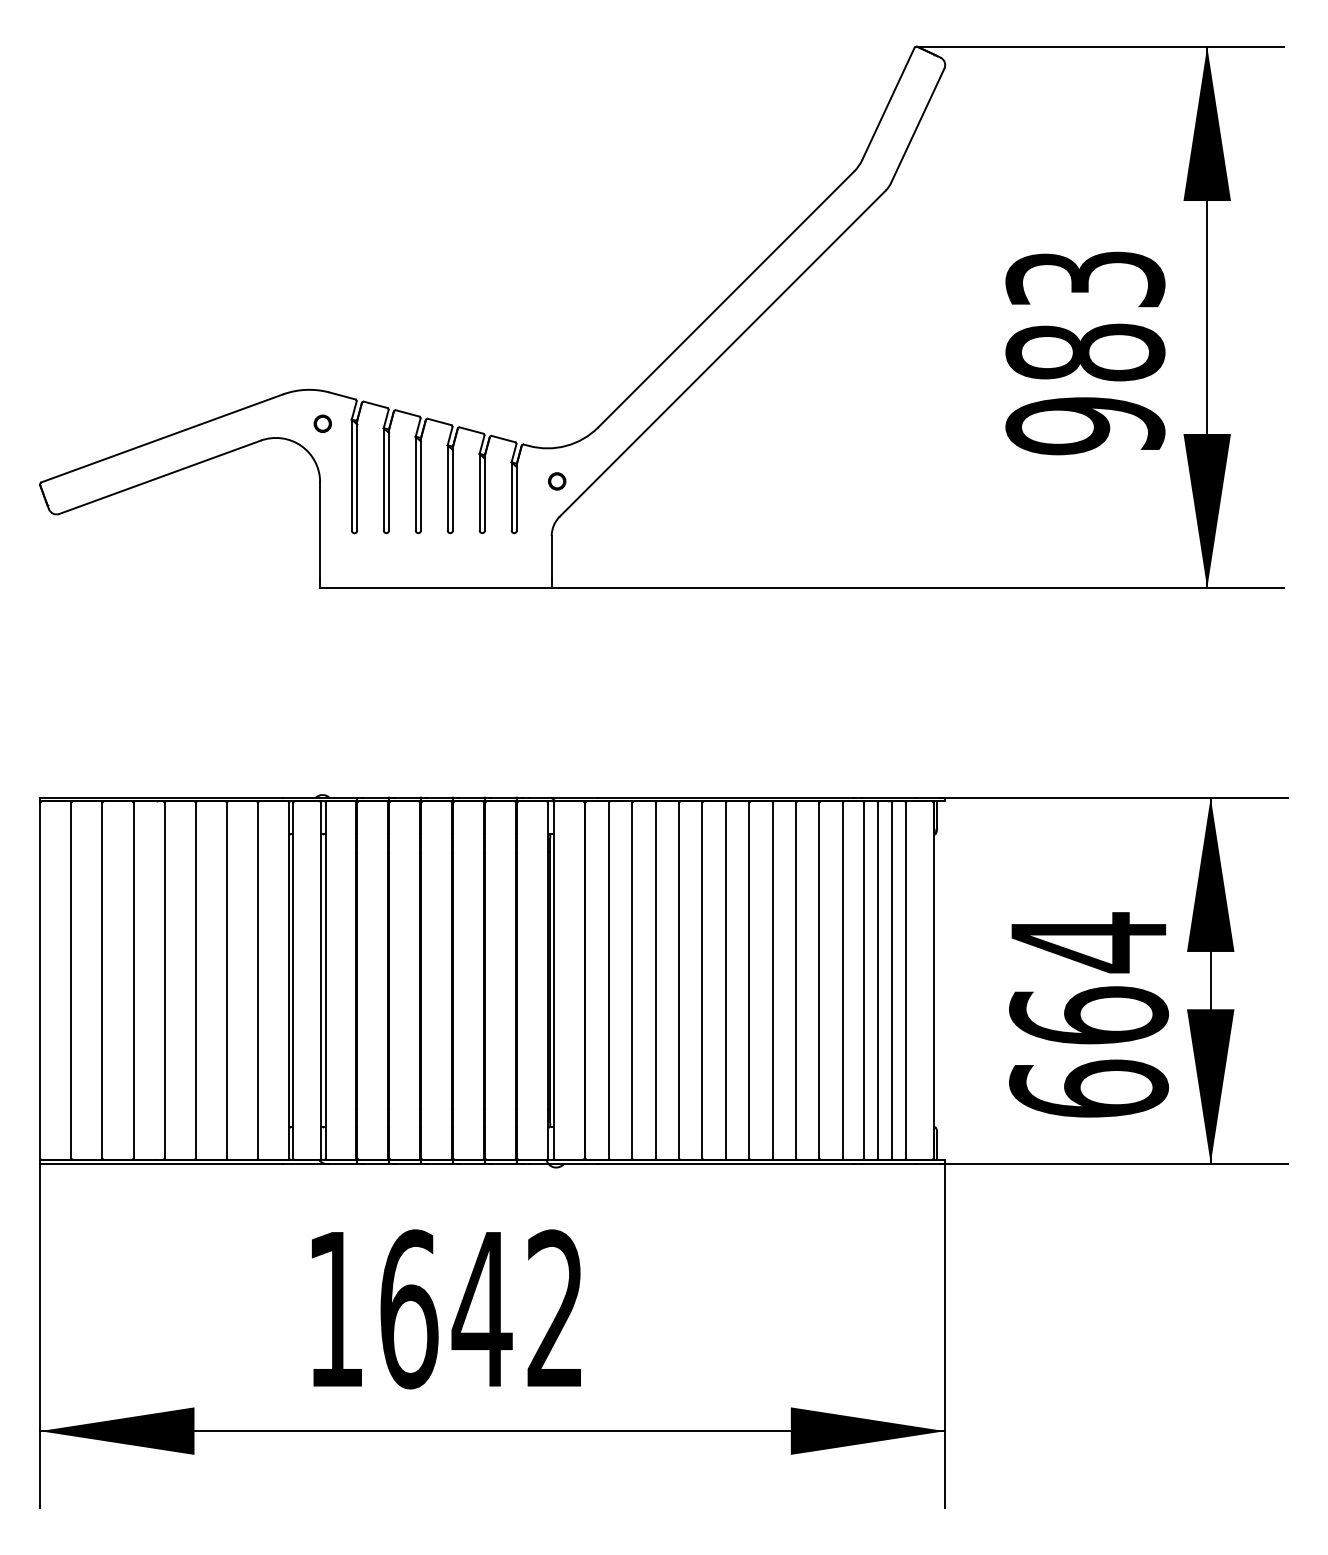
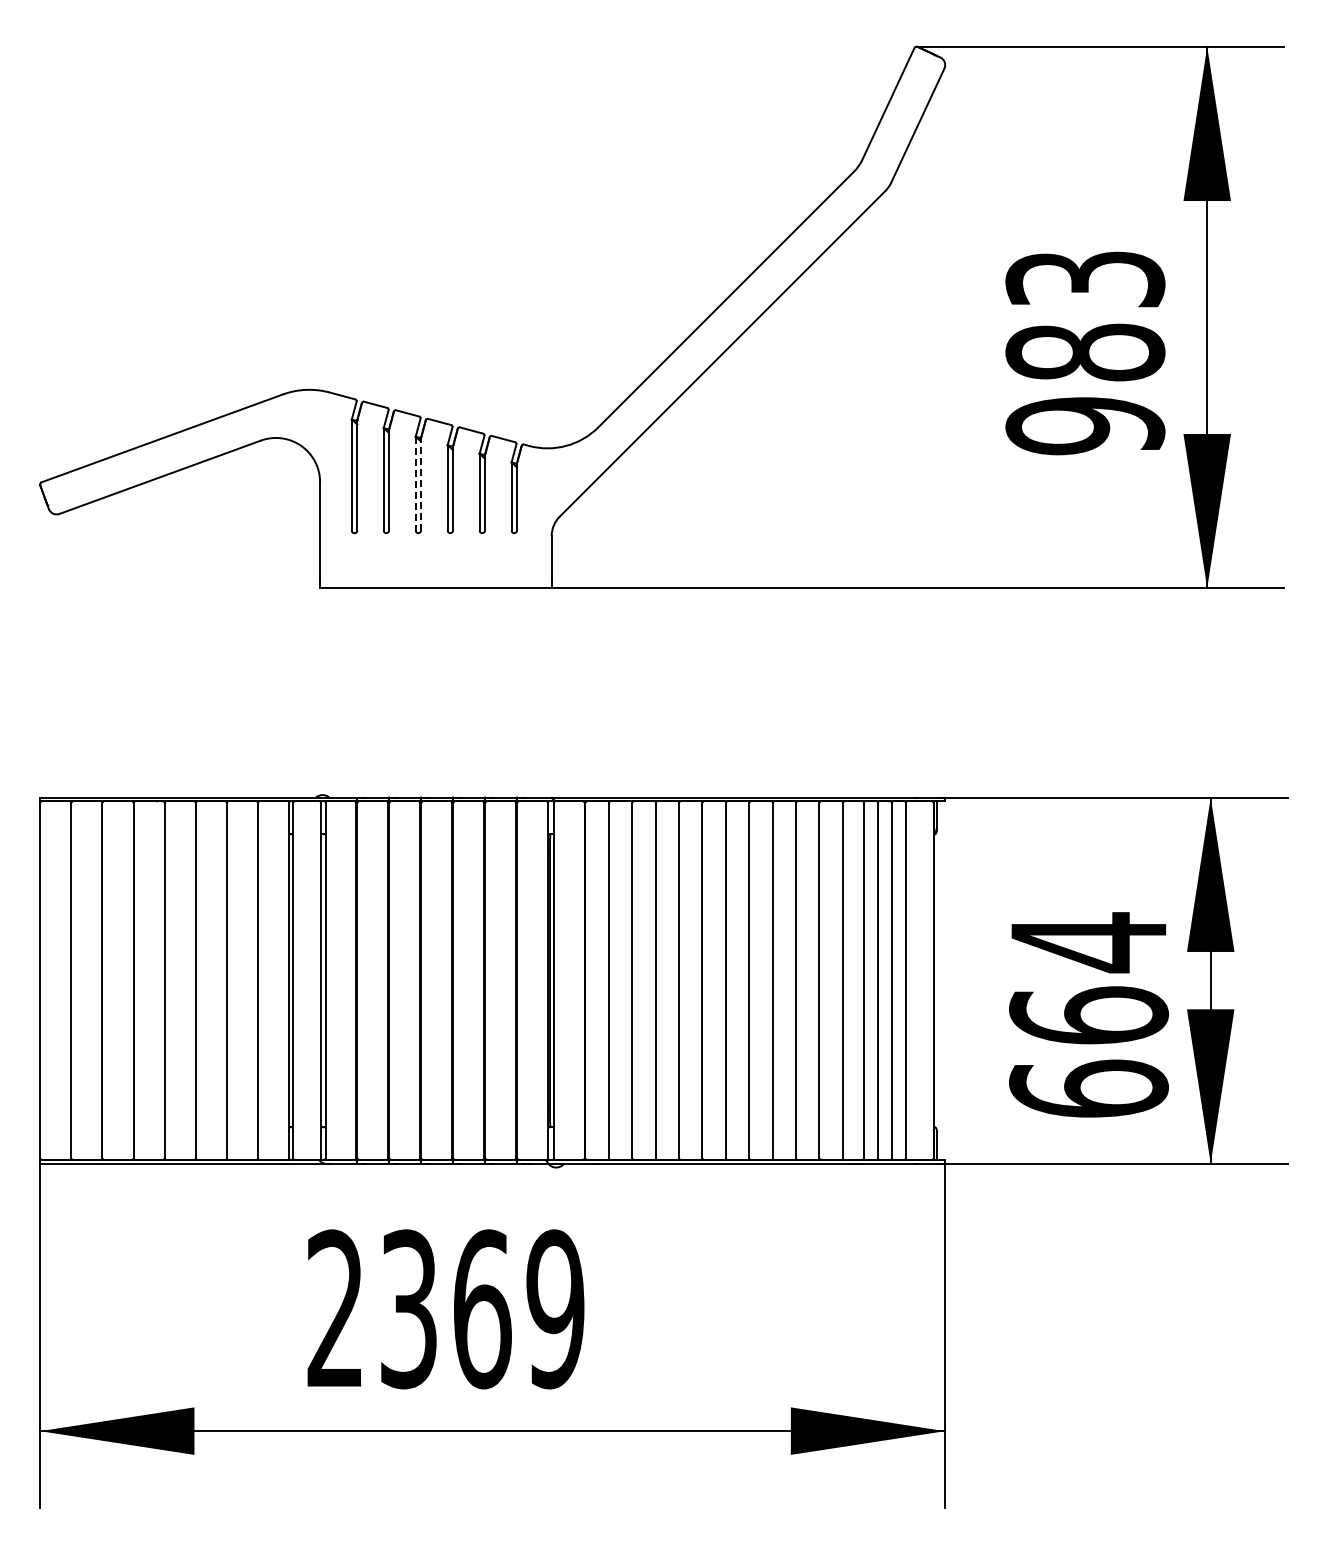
part at (322, 423): present -> none
circle at (557, 481): present -> none
line at (415, 483): solid -> dashed
line at (421, 483): solid -> dashed
text at (445, 1309): 1642 -> 2369
